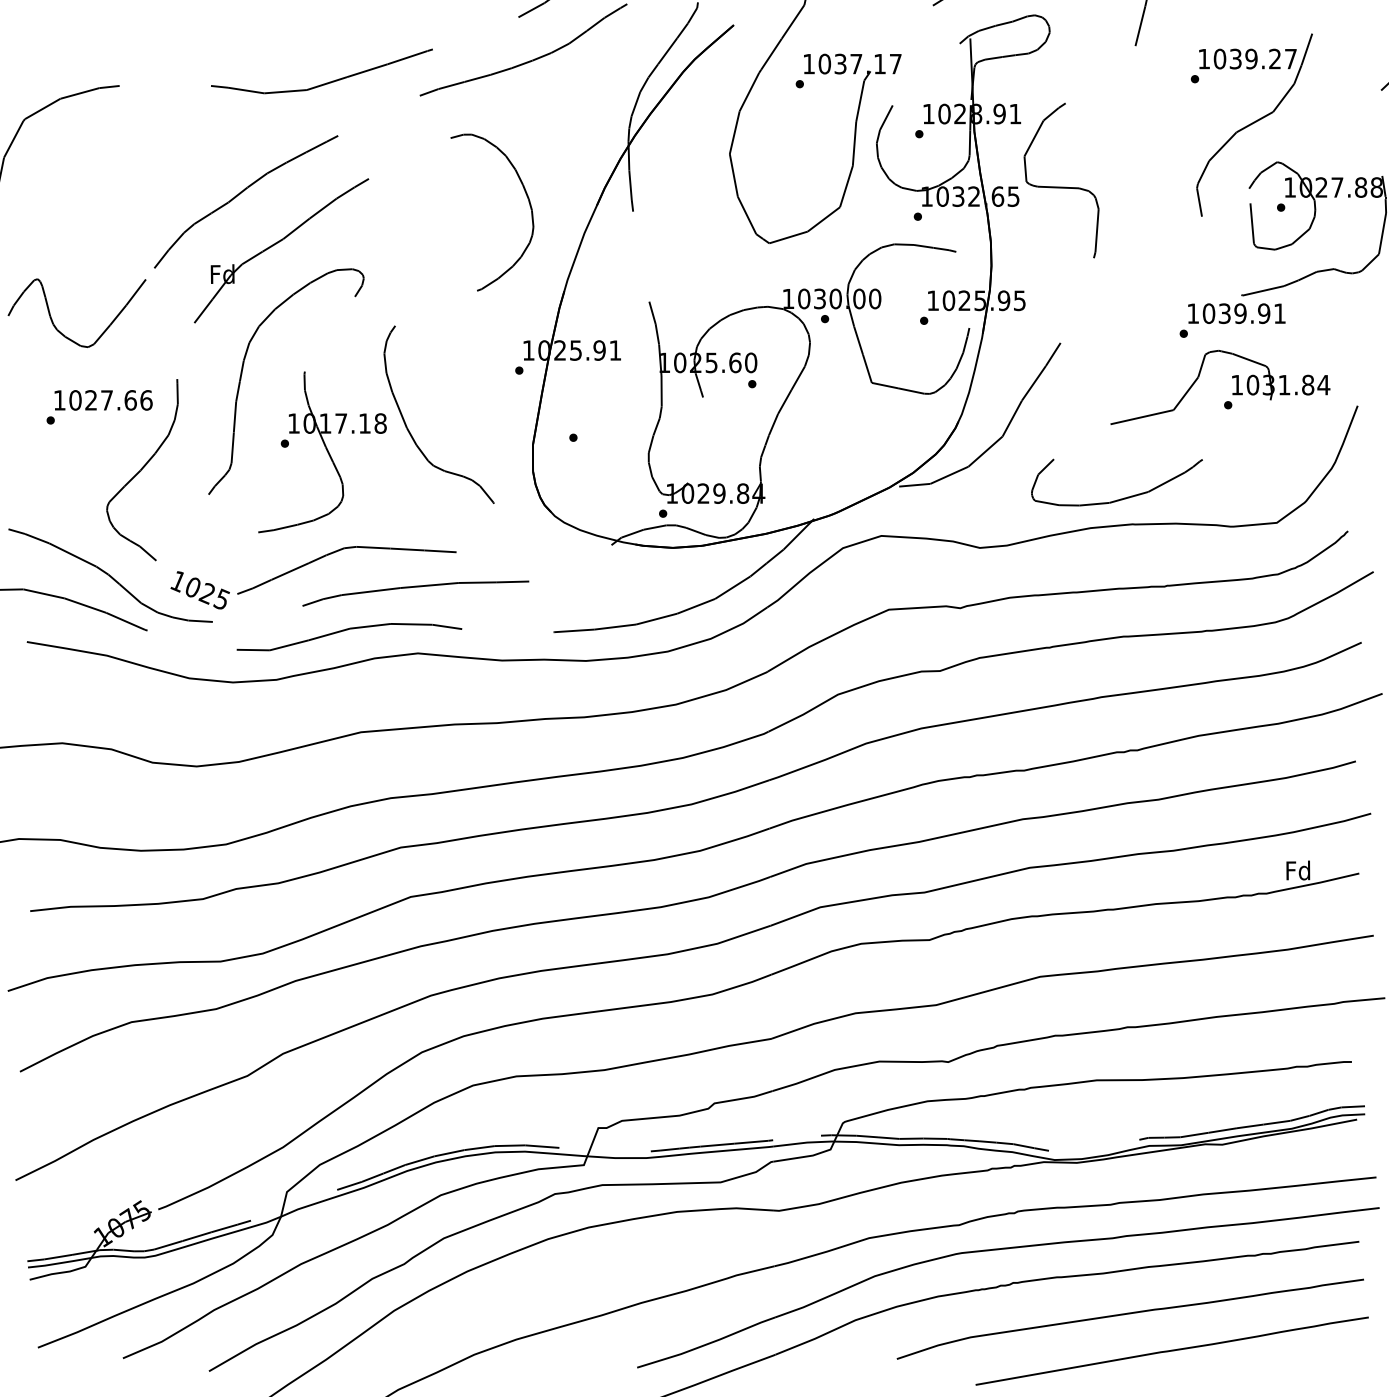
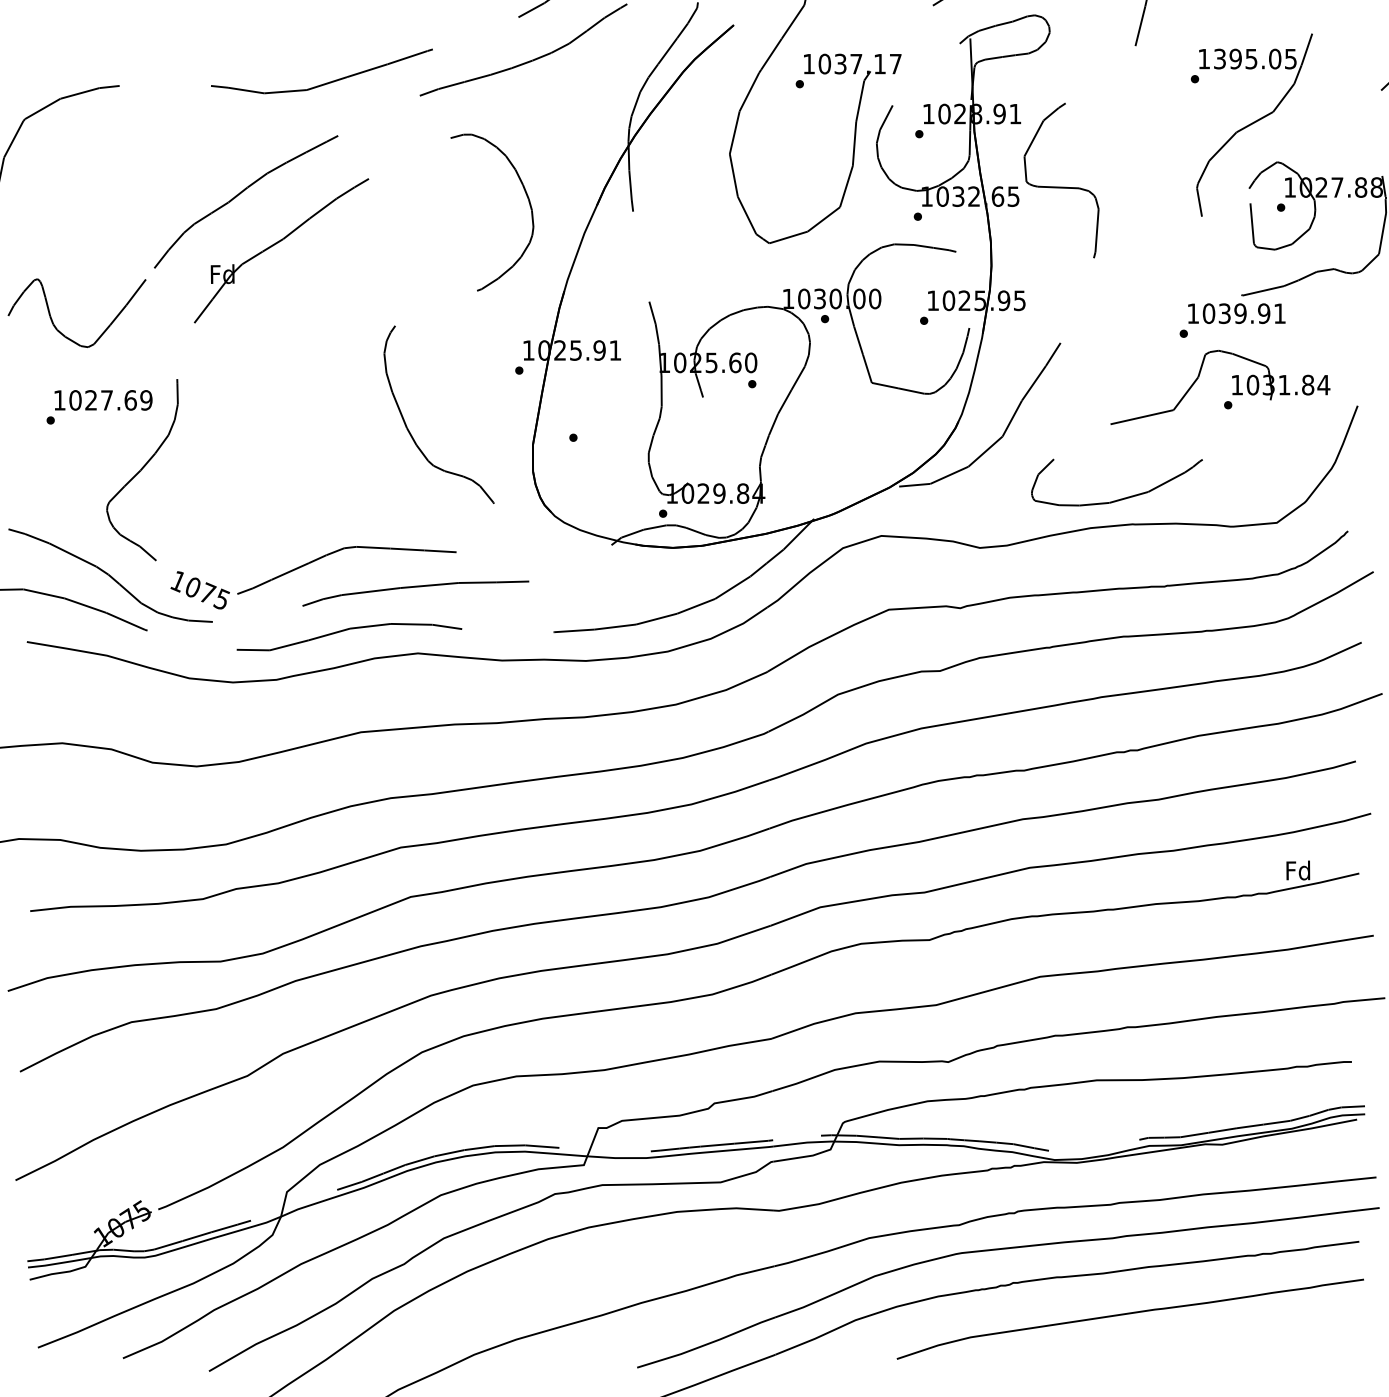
text at (1254, 58): 1039.27 -> 1395.05
part at (305, 397): present -> none
text at (146, 400): 1027.66 -> 1027.69
text at (207, 593): 1025 -> 1075
curve at (1171, 1350): present -> none
